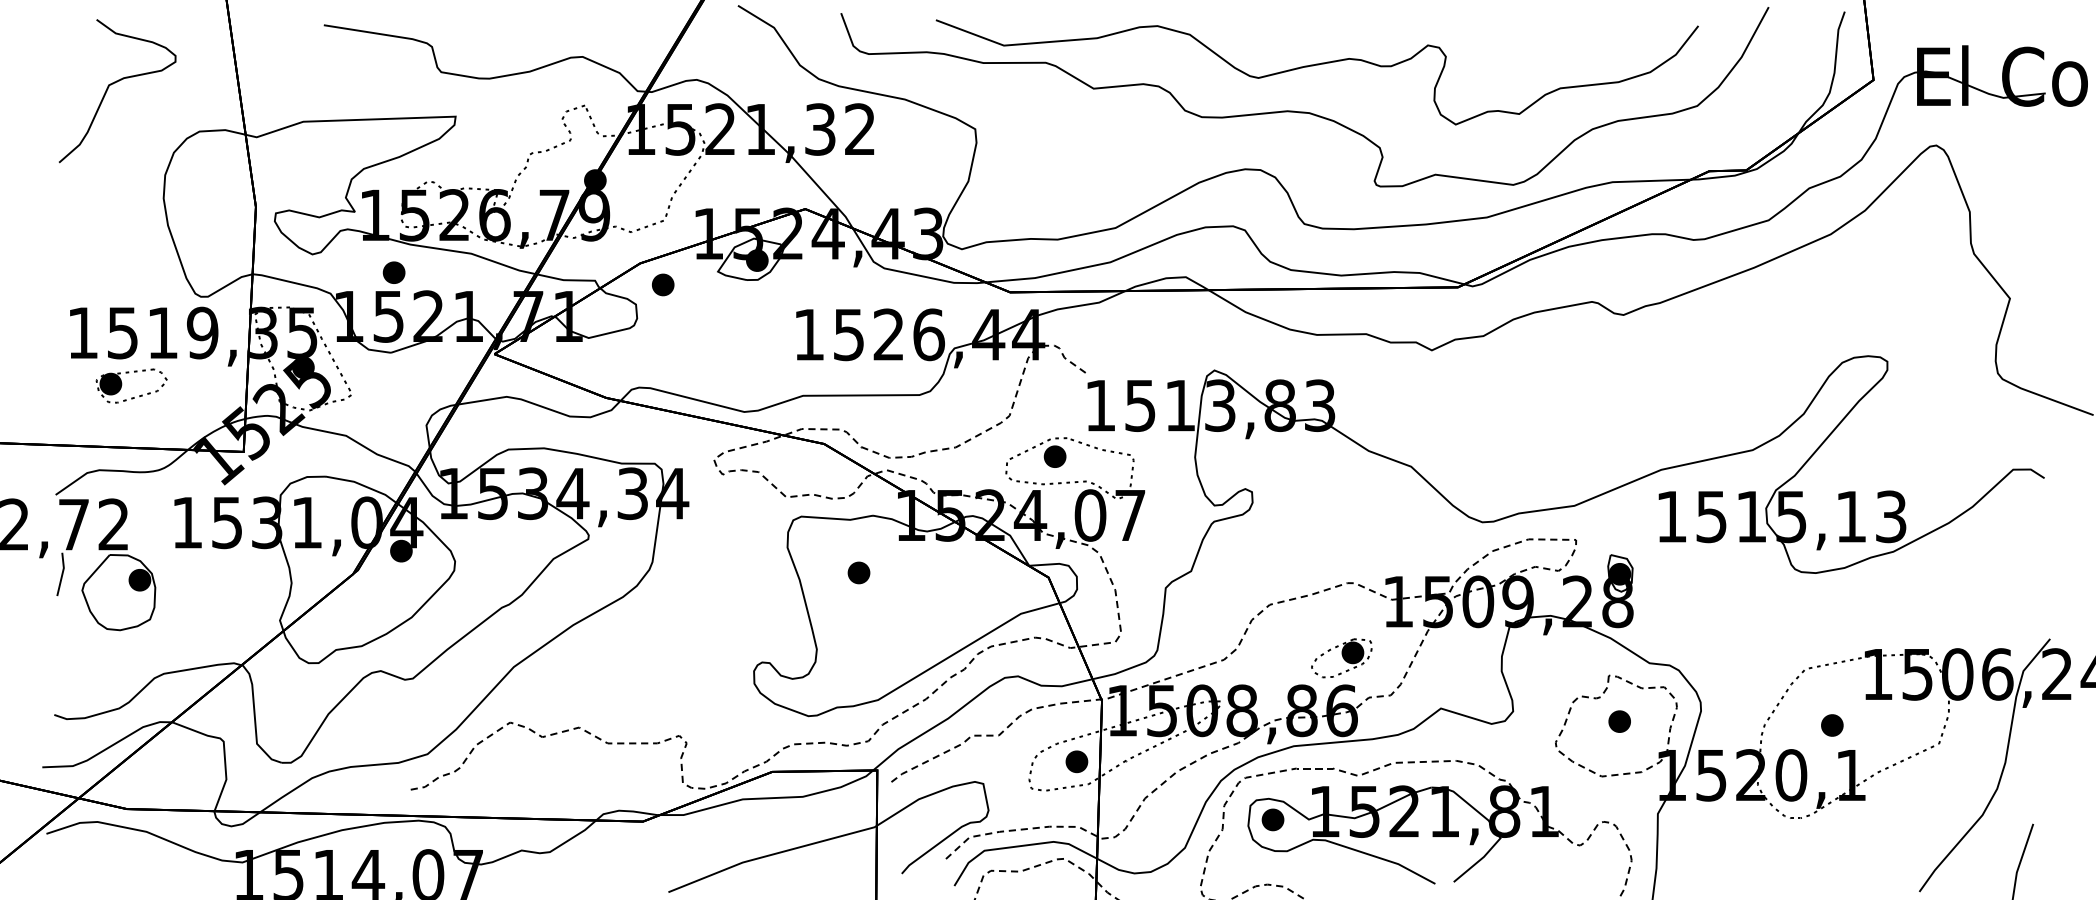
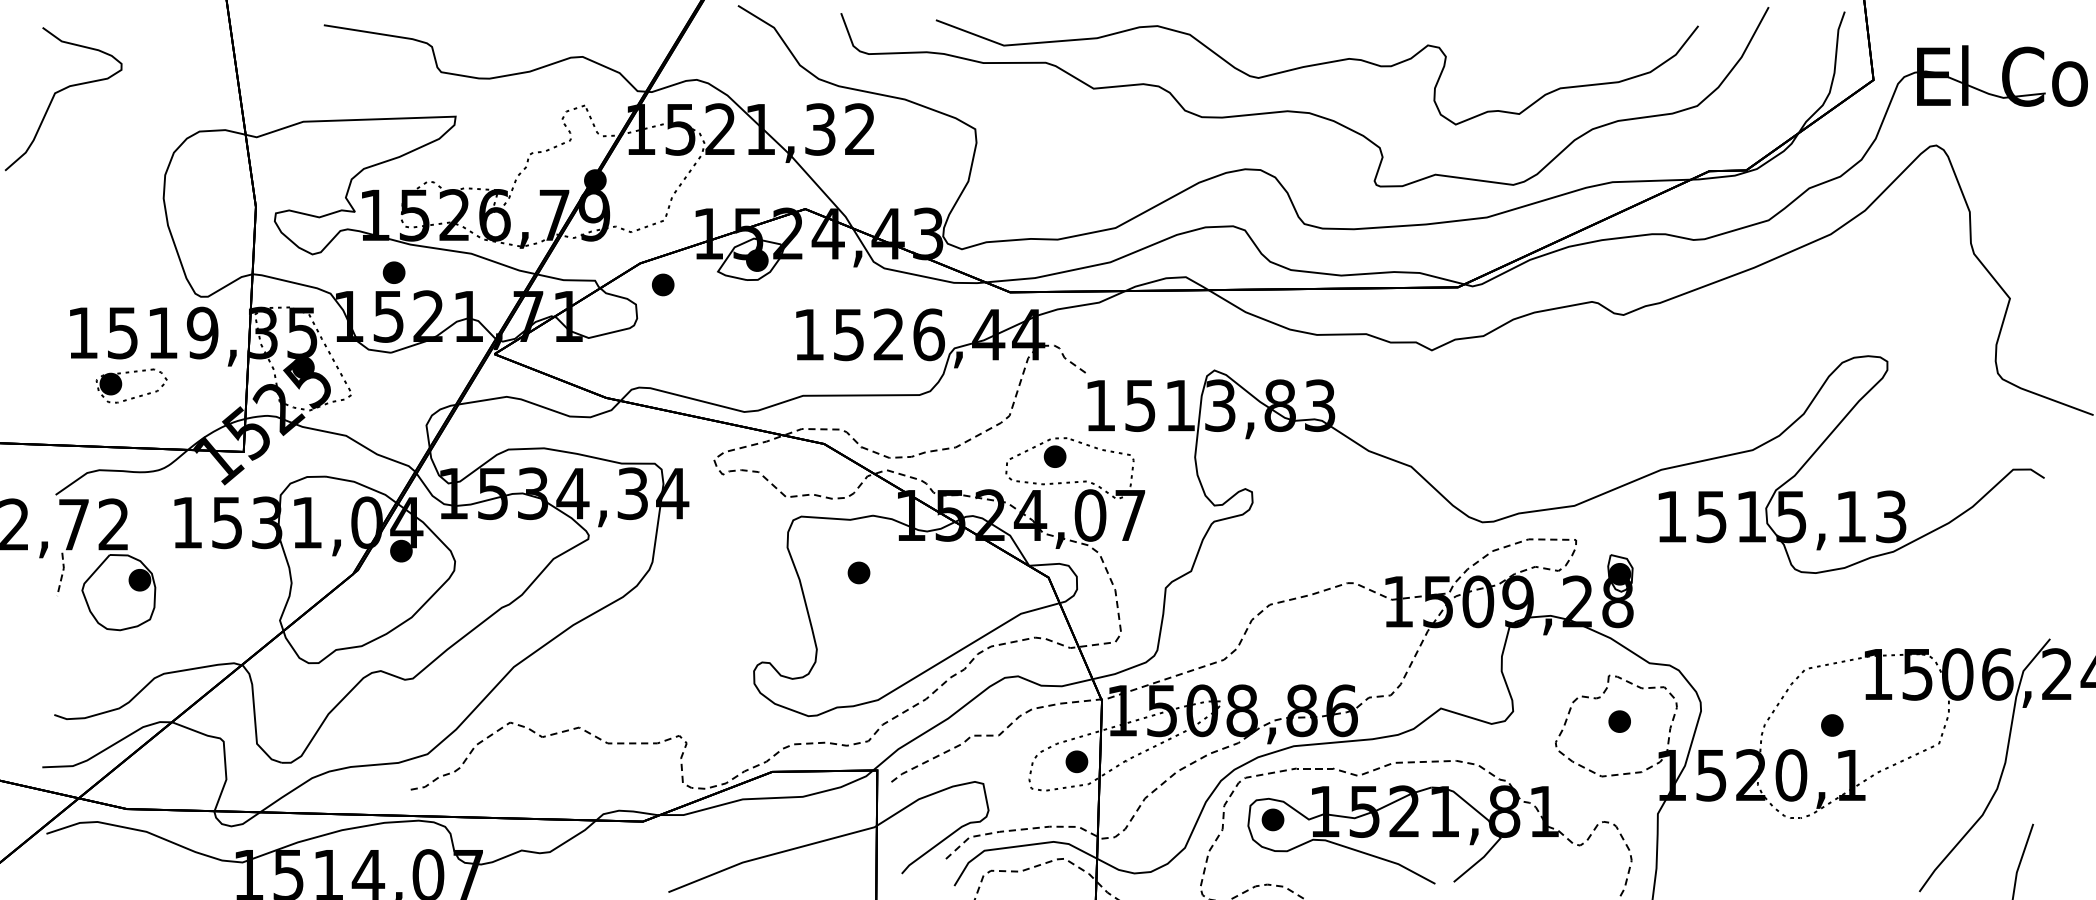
curve at (113, 84) position: (113, 84) -> (59, 92)
line at (62, 573): solid -> dashed
part at (1341, 658): present -> none
